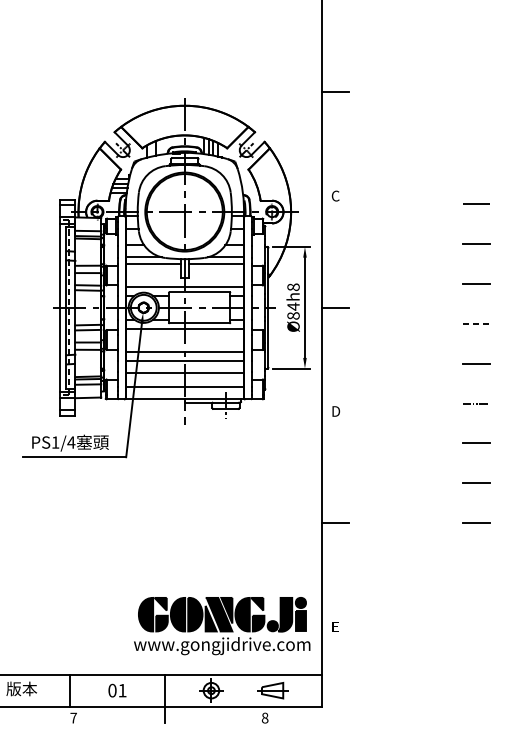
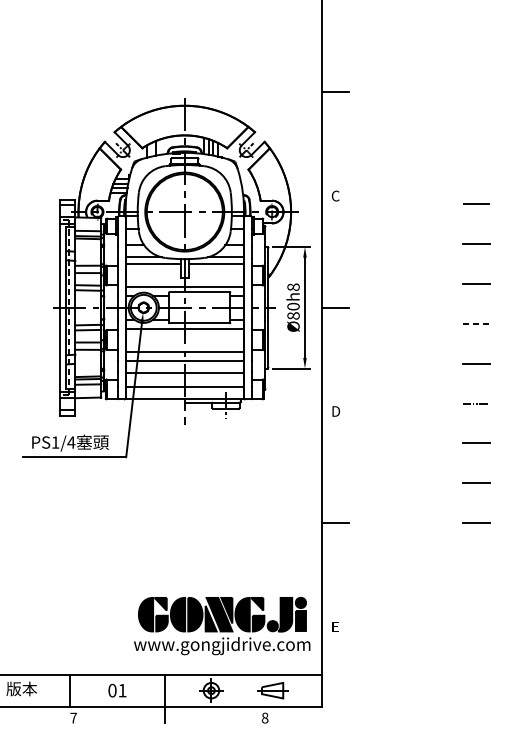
text at (293, 306): Ø84h8 -> Ø80h8
